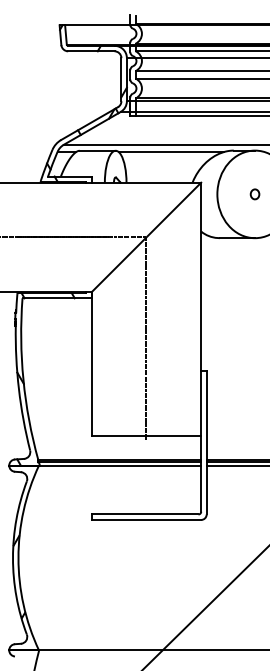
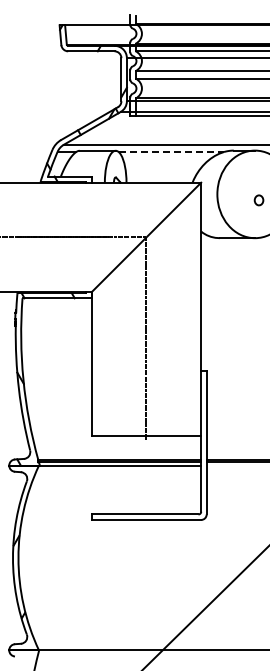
line at (171, 152): solid -> dashed
part at (254, 194) position: (254, 194) -> (258, 200)
line at (236, 465): present -> none
